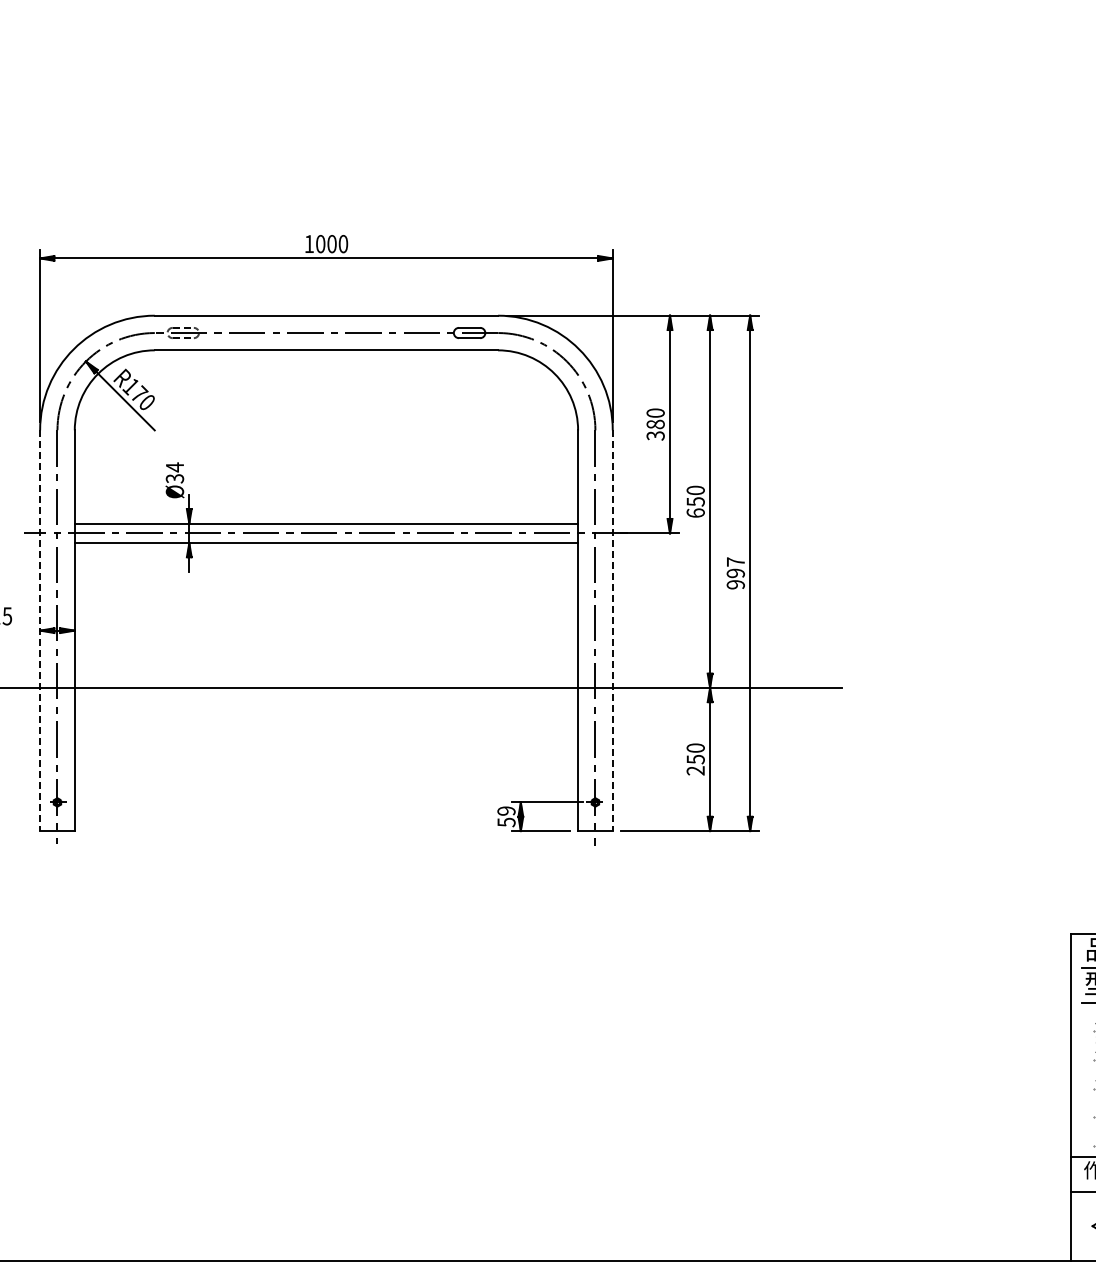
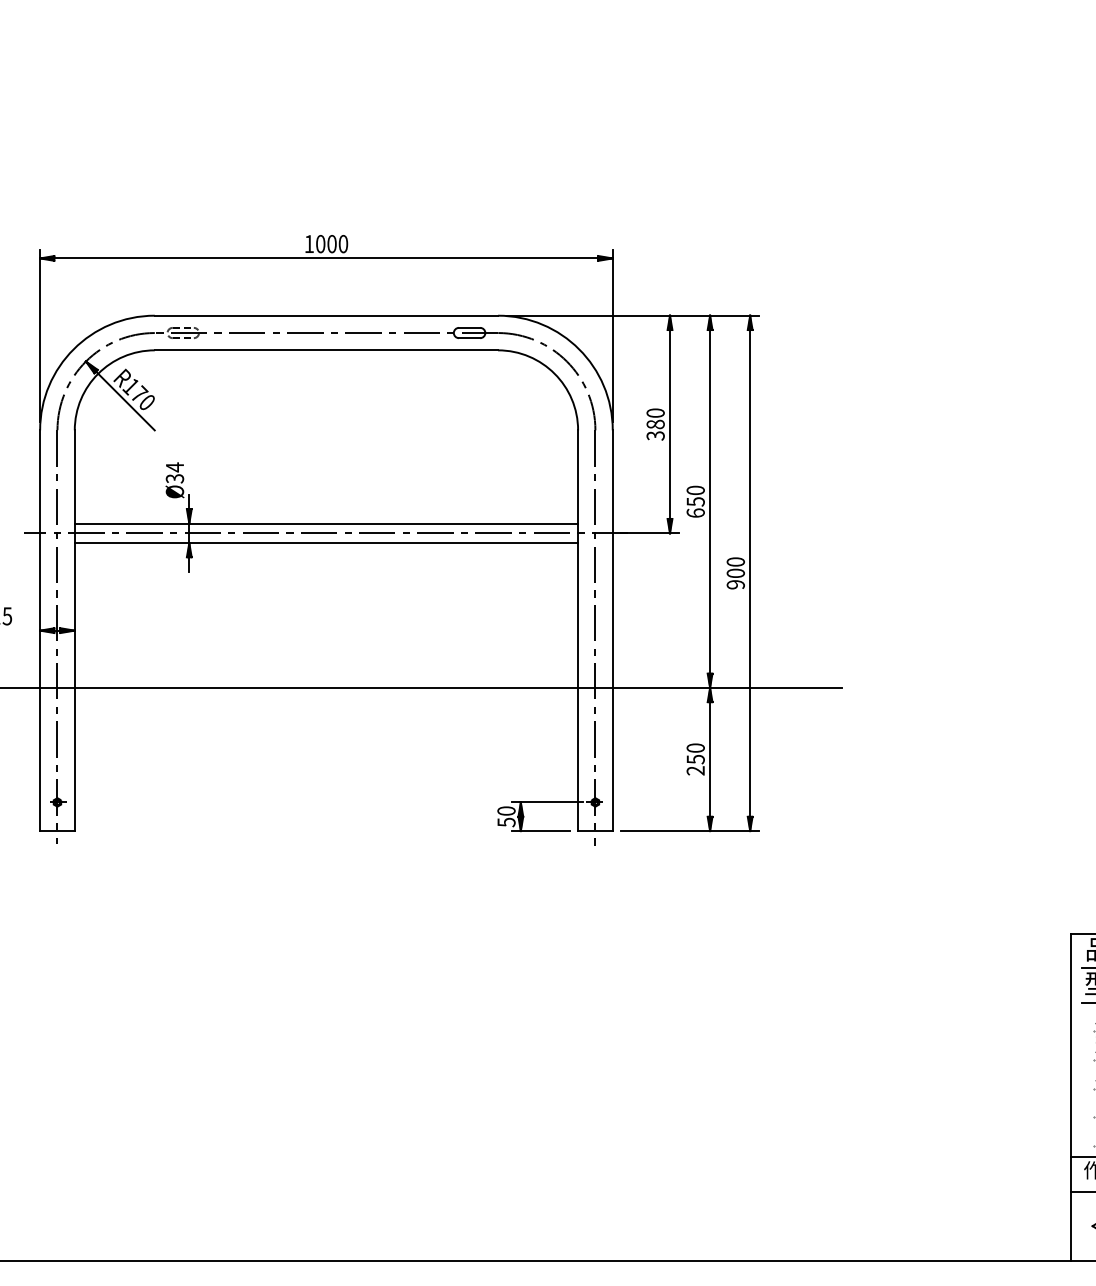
text at (735, 567): 997 -> 900
line at (40, 631): dashed -> solid
line at (612, 631): dashed -> solid
text at (506, 810): 59 -> 50
